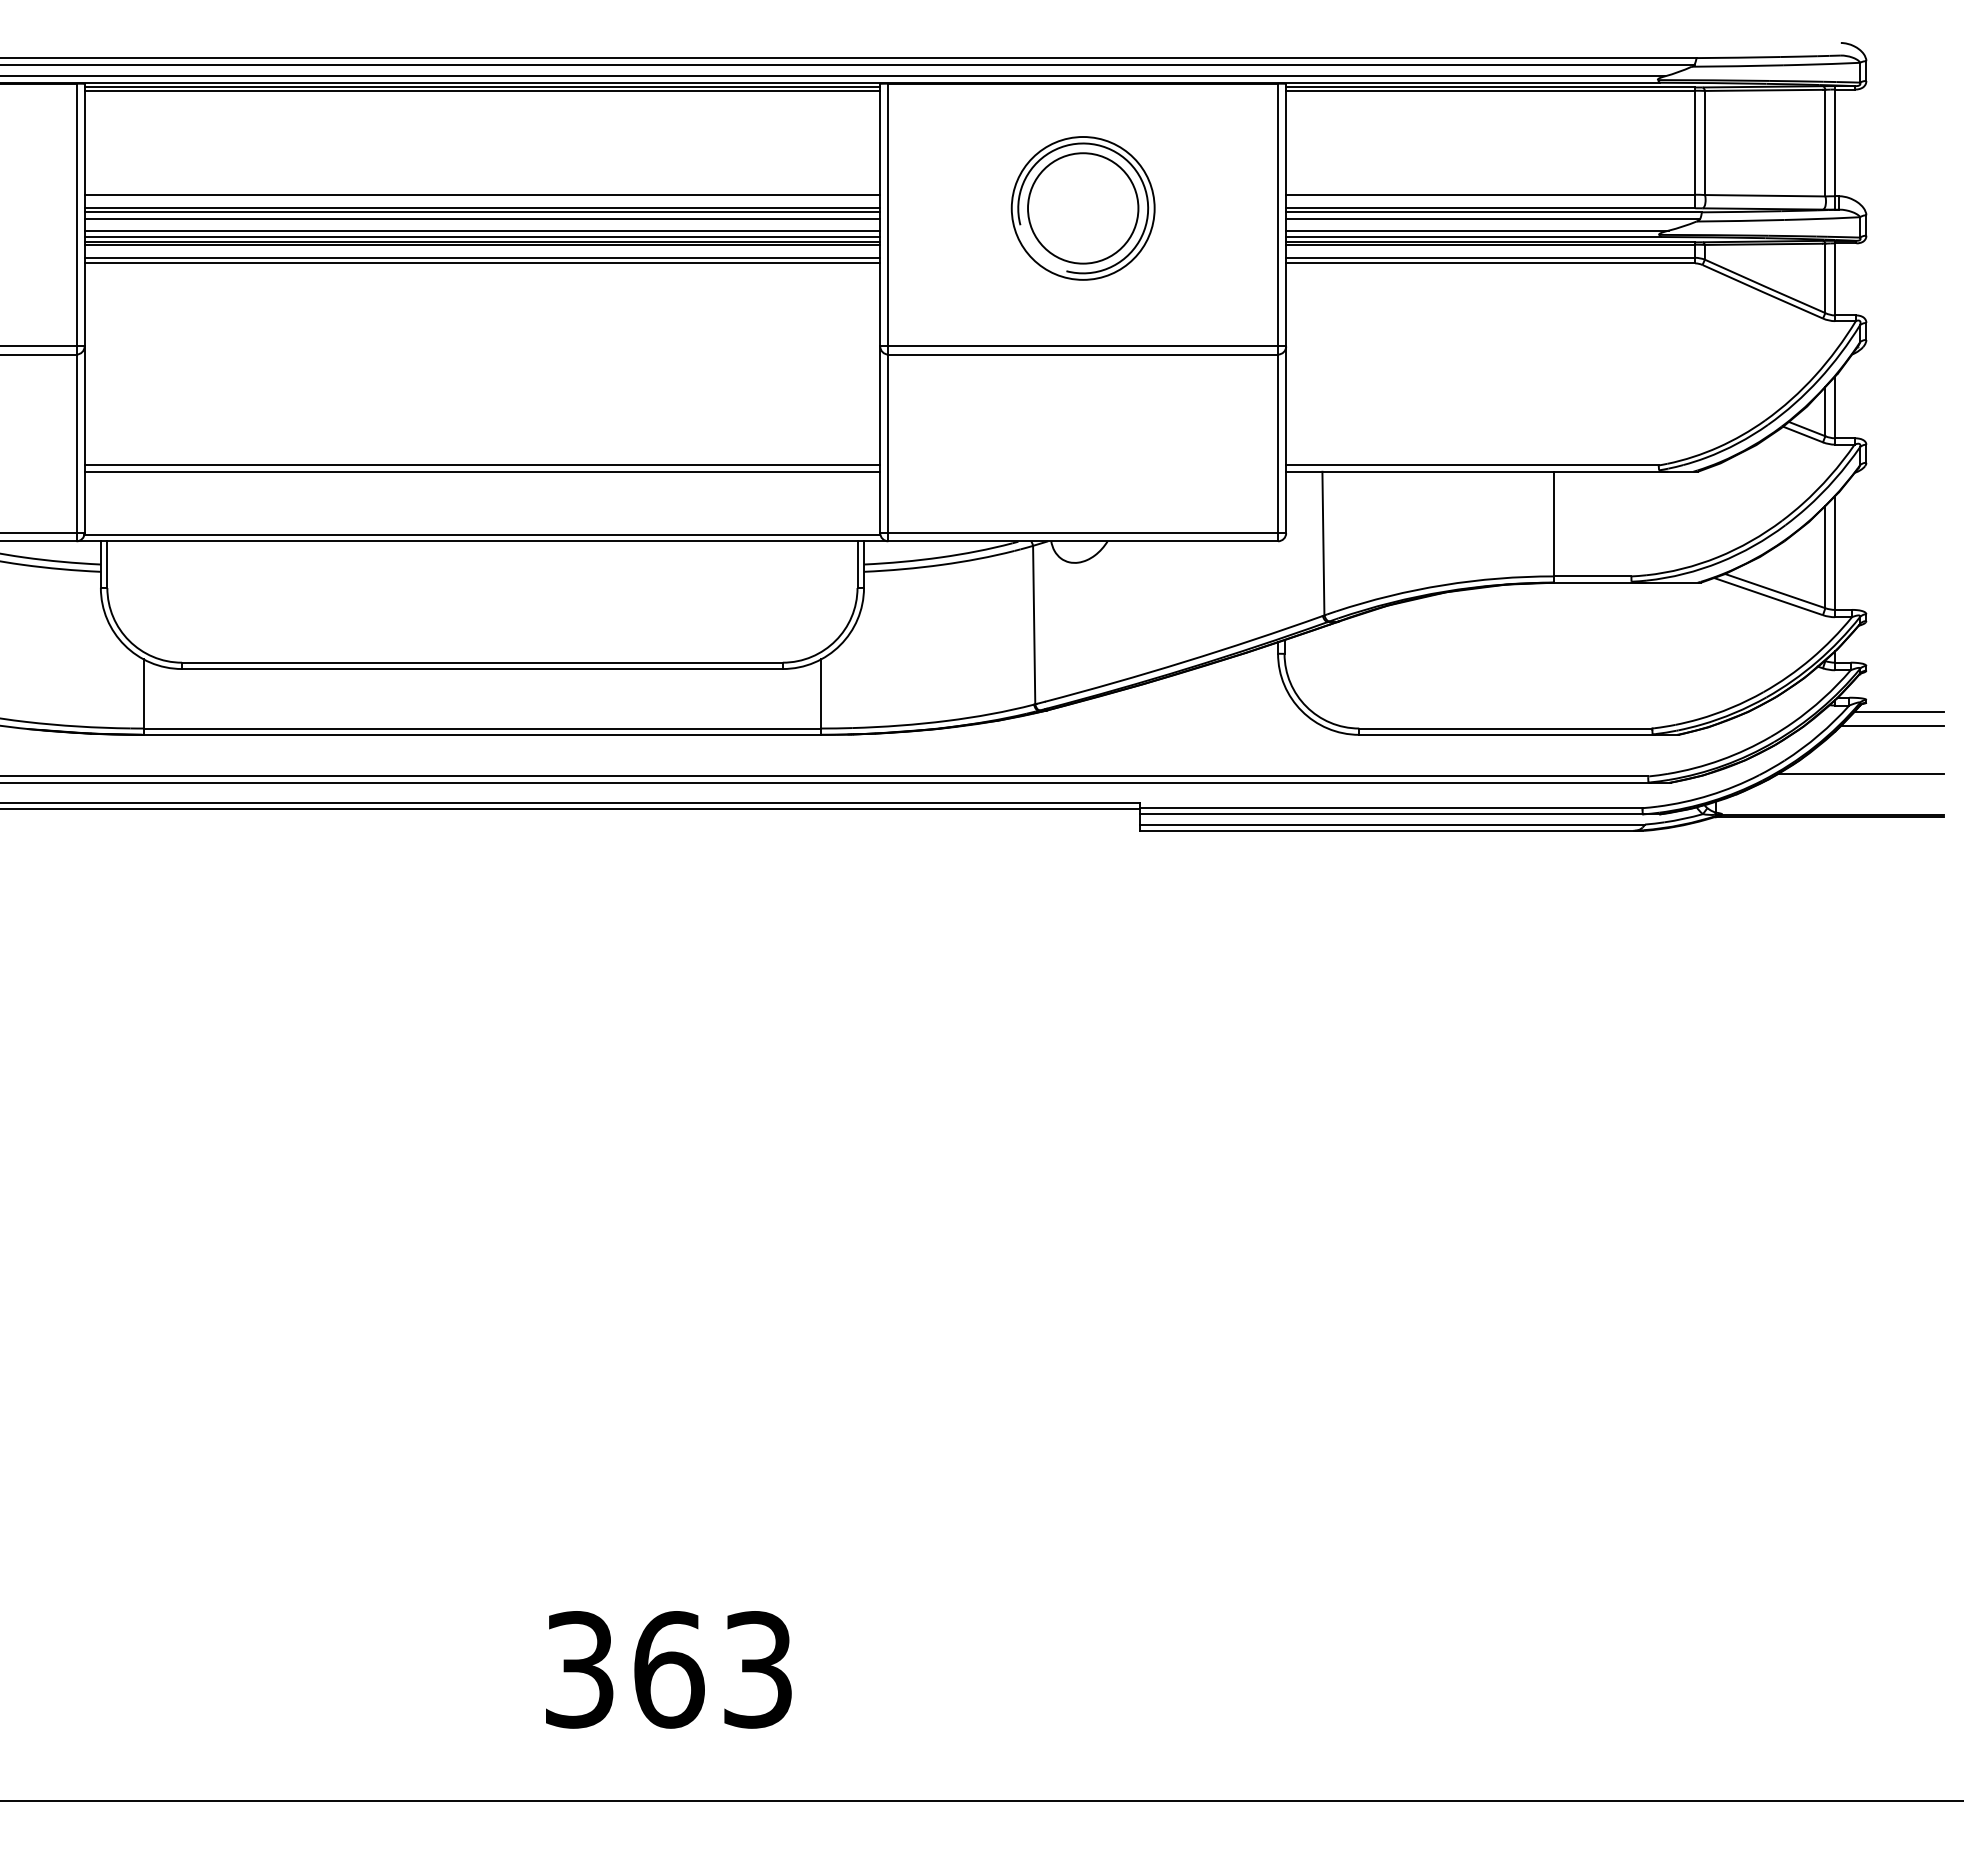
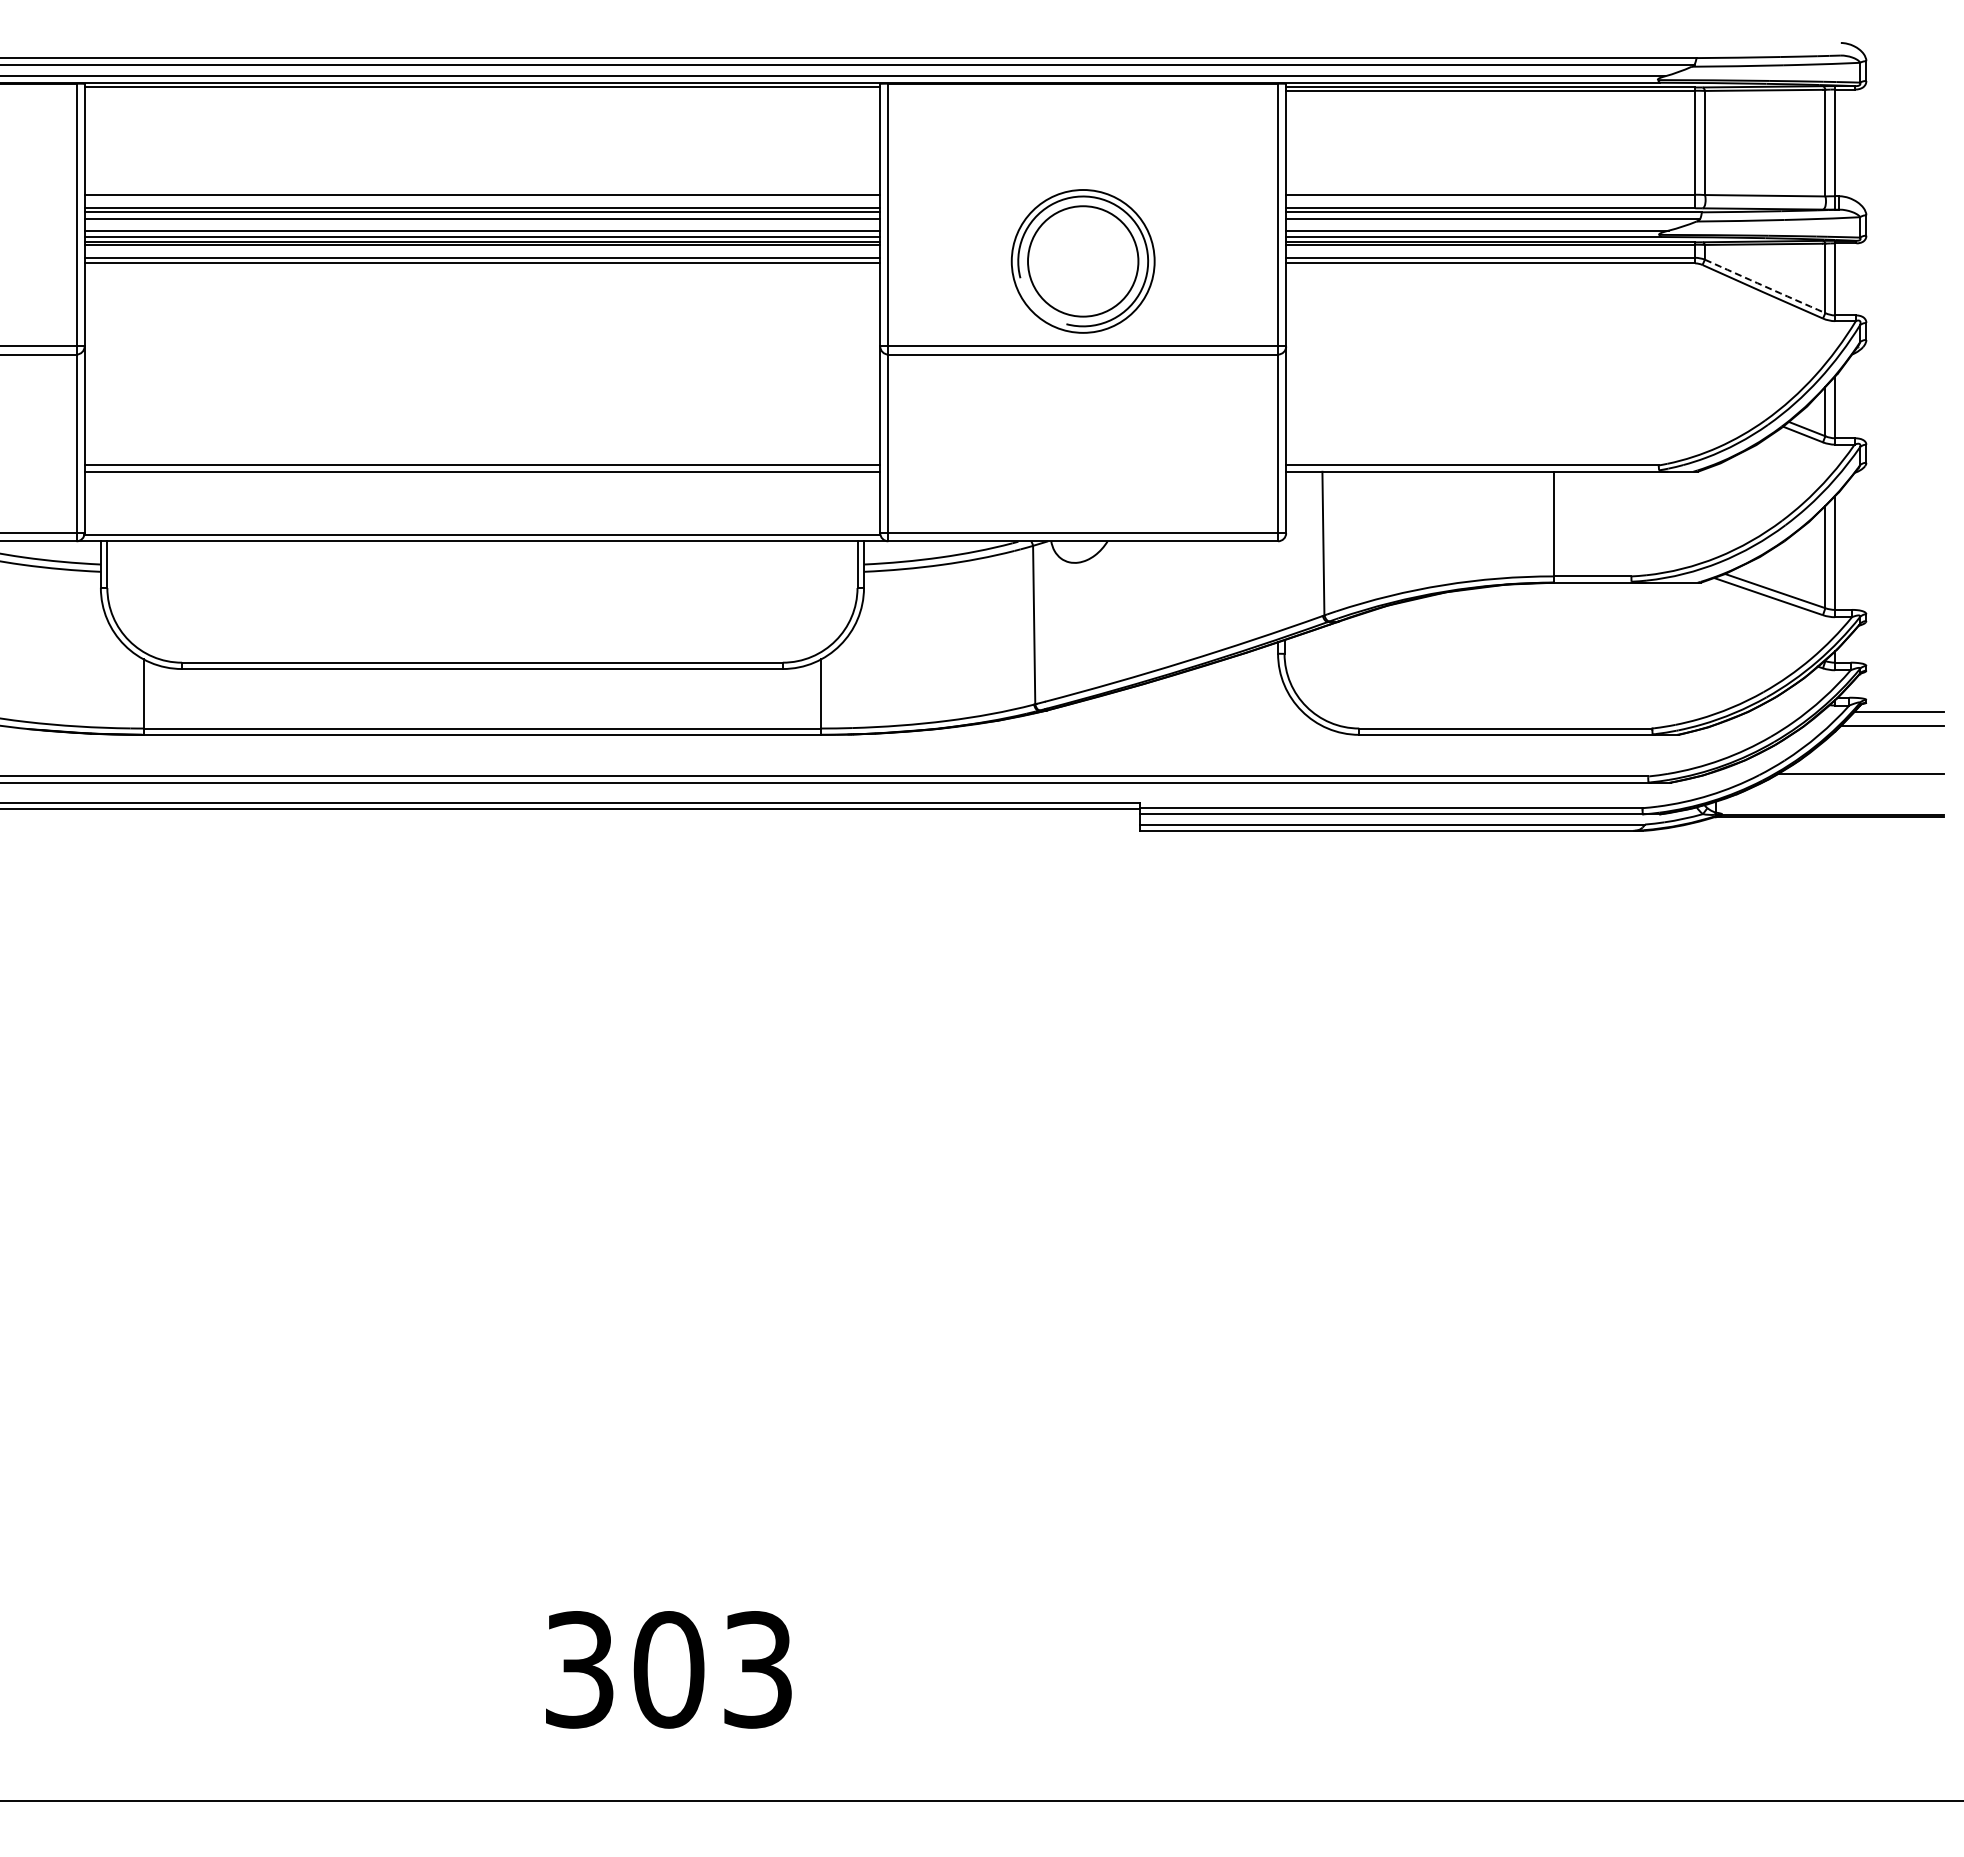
line at (482, 90): present -> none
part at (1082, 208) position: (1082, 208) -> (1082, 261)
arc at (1765, 286): solid -> dashed
text at (668, 1669): 363 -> 303
